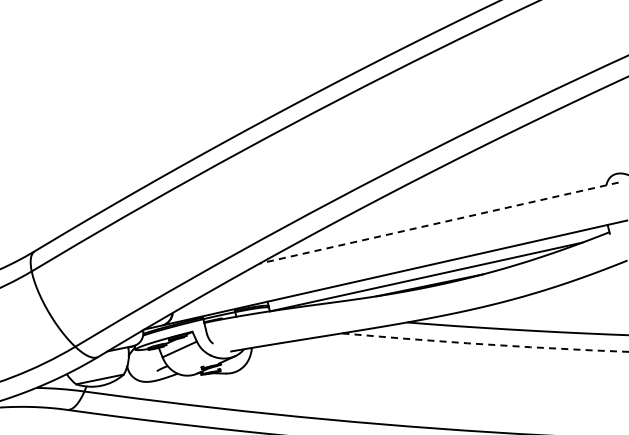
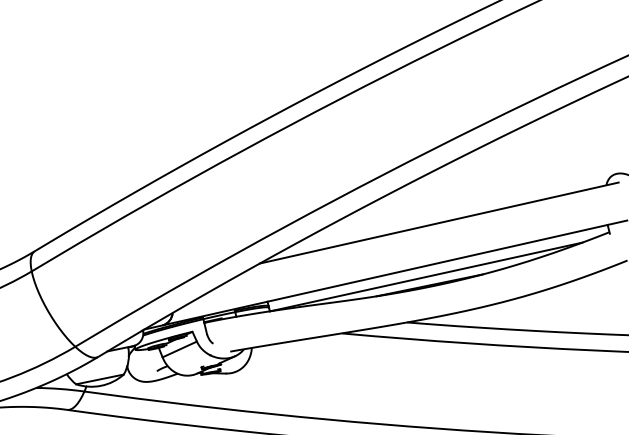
line at (439, 223): dashed -> solid
arc at (485, 344): dashed -> solid
